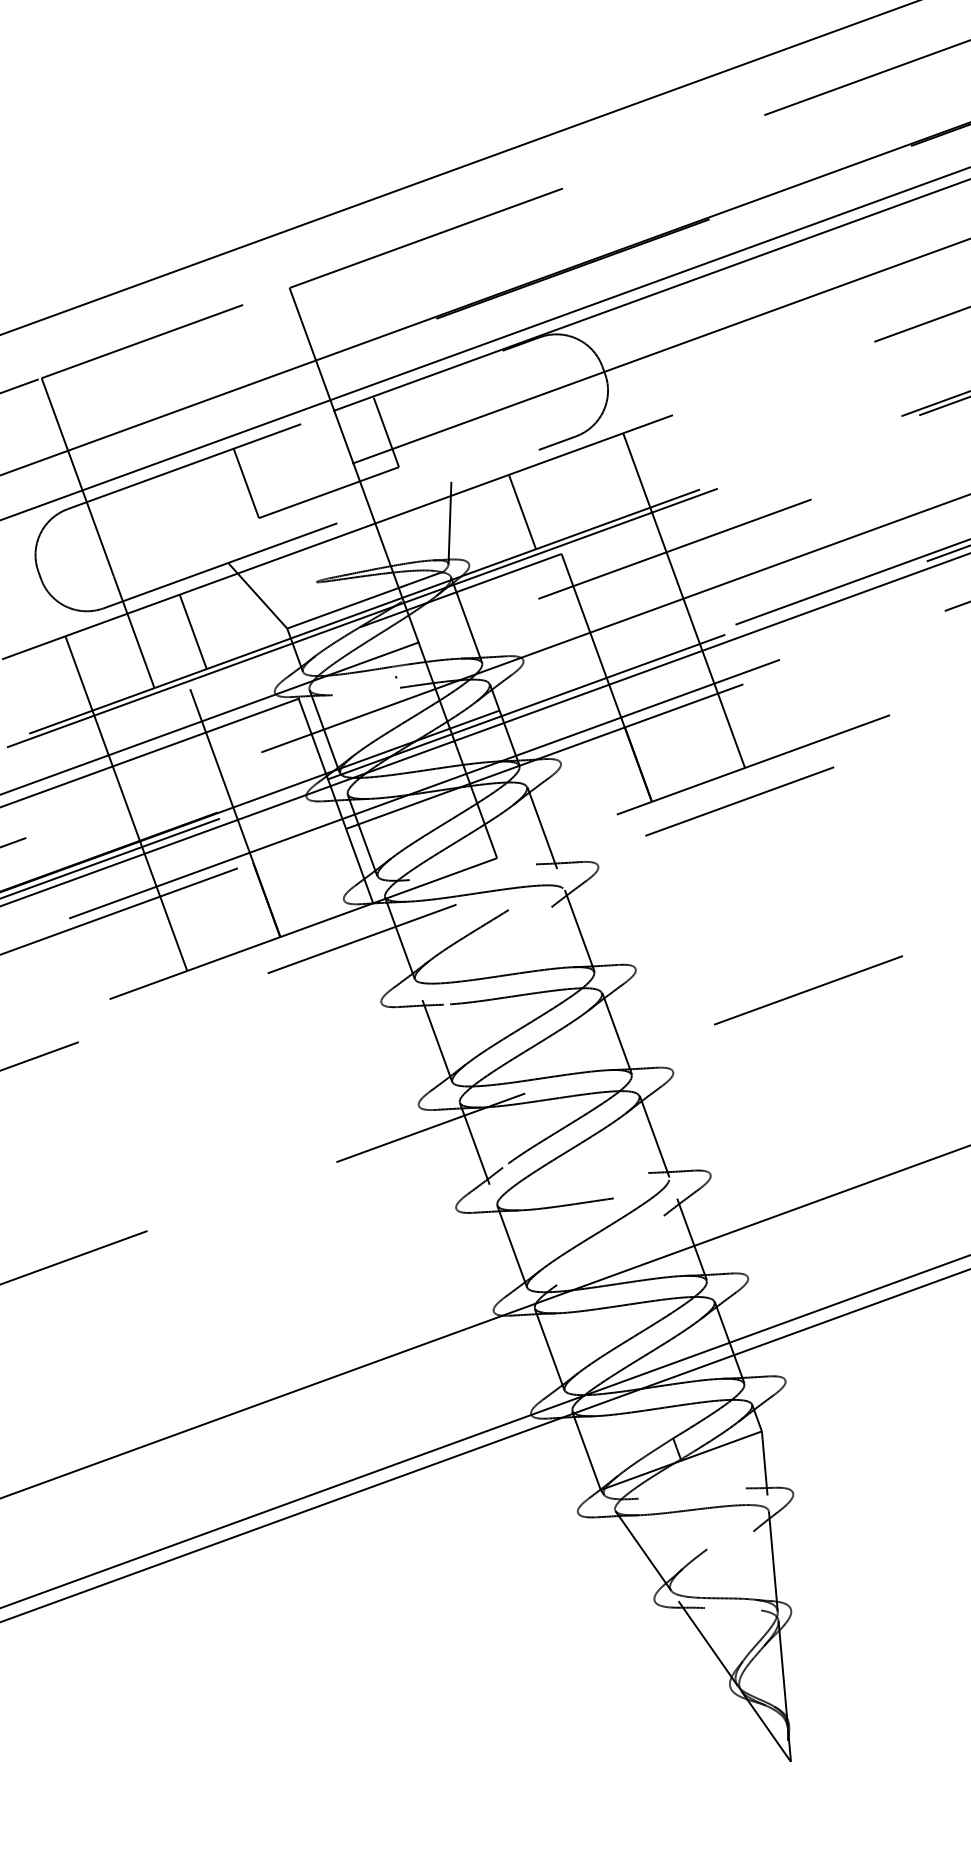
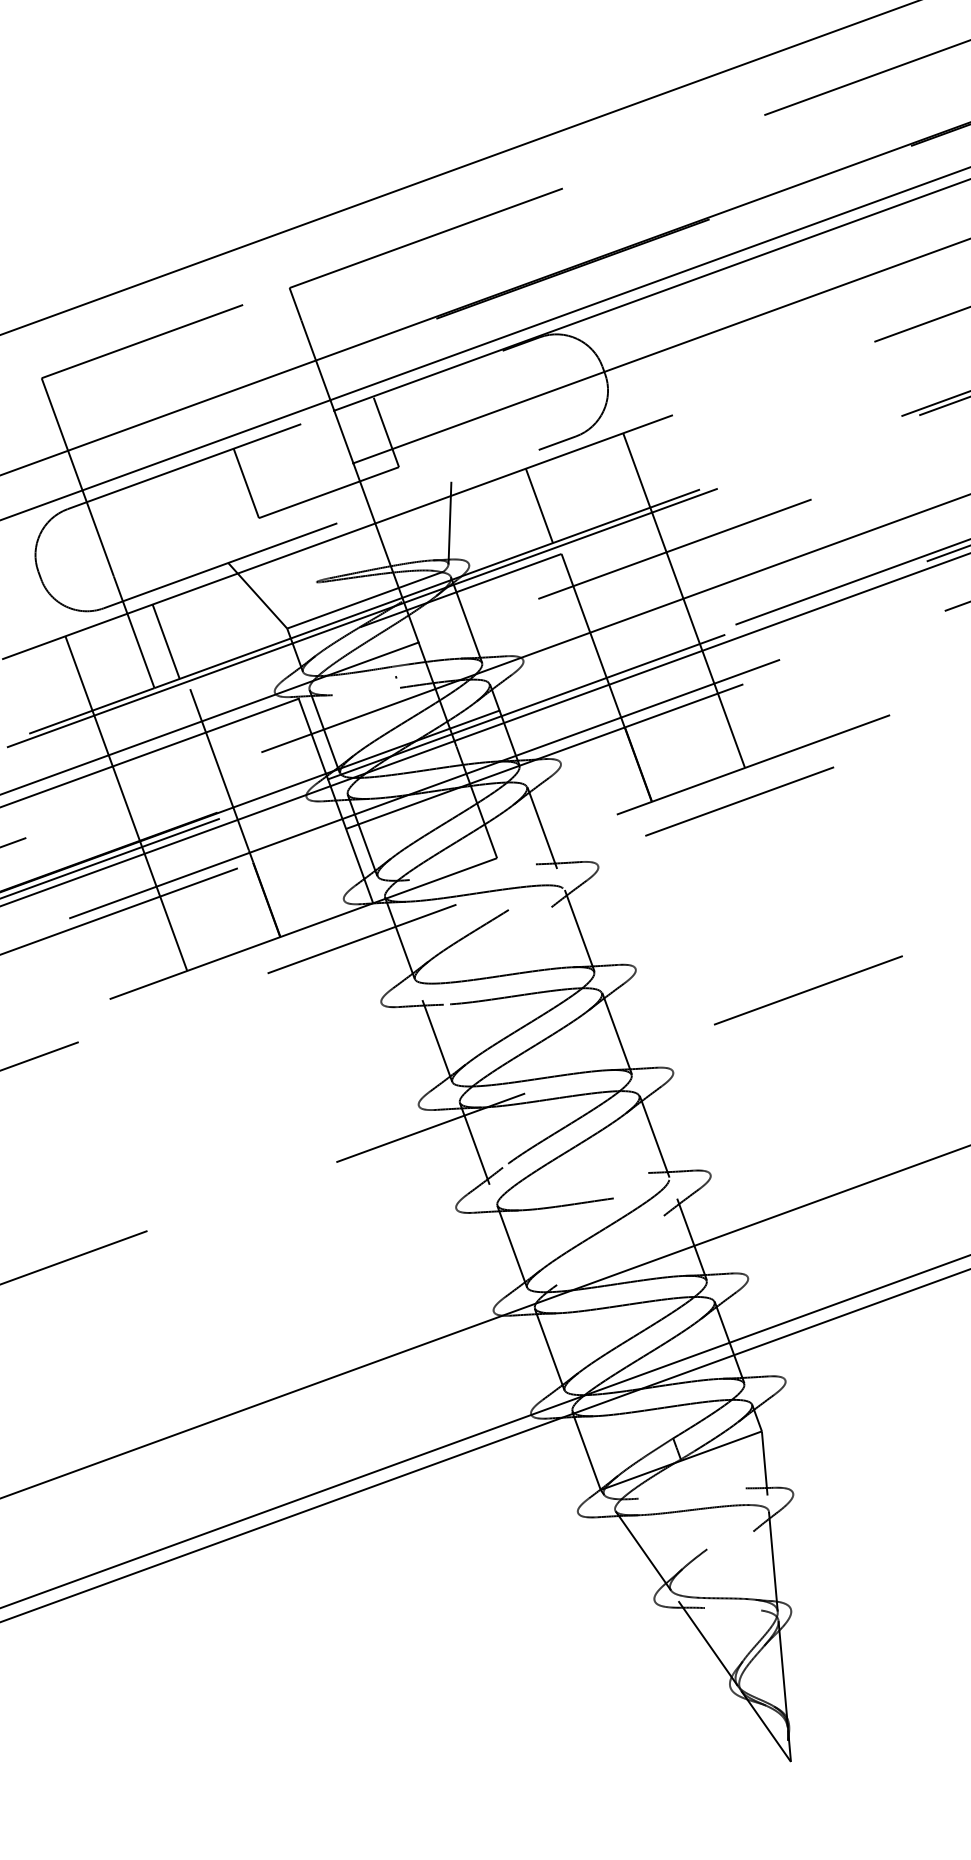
line at (19, 385): present -> none
line at (522, 511) position: (522, 511) -> (539, 505)
line at (192, 631) position: (192, 631) -> (165, 641)
